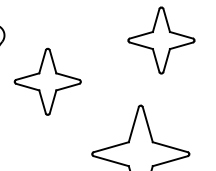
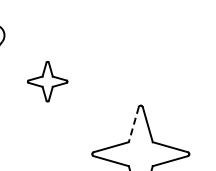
part at (161, 40): present -> none
part at (47, 81) size: 69x69 px -> 42x42 px
line at (133, 125): solid -> dashed
